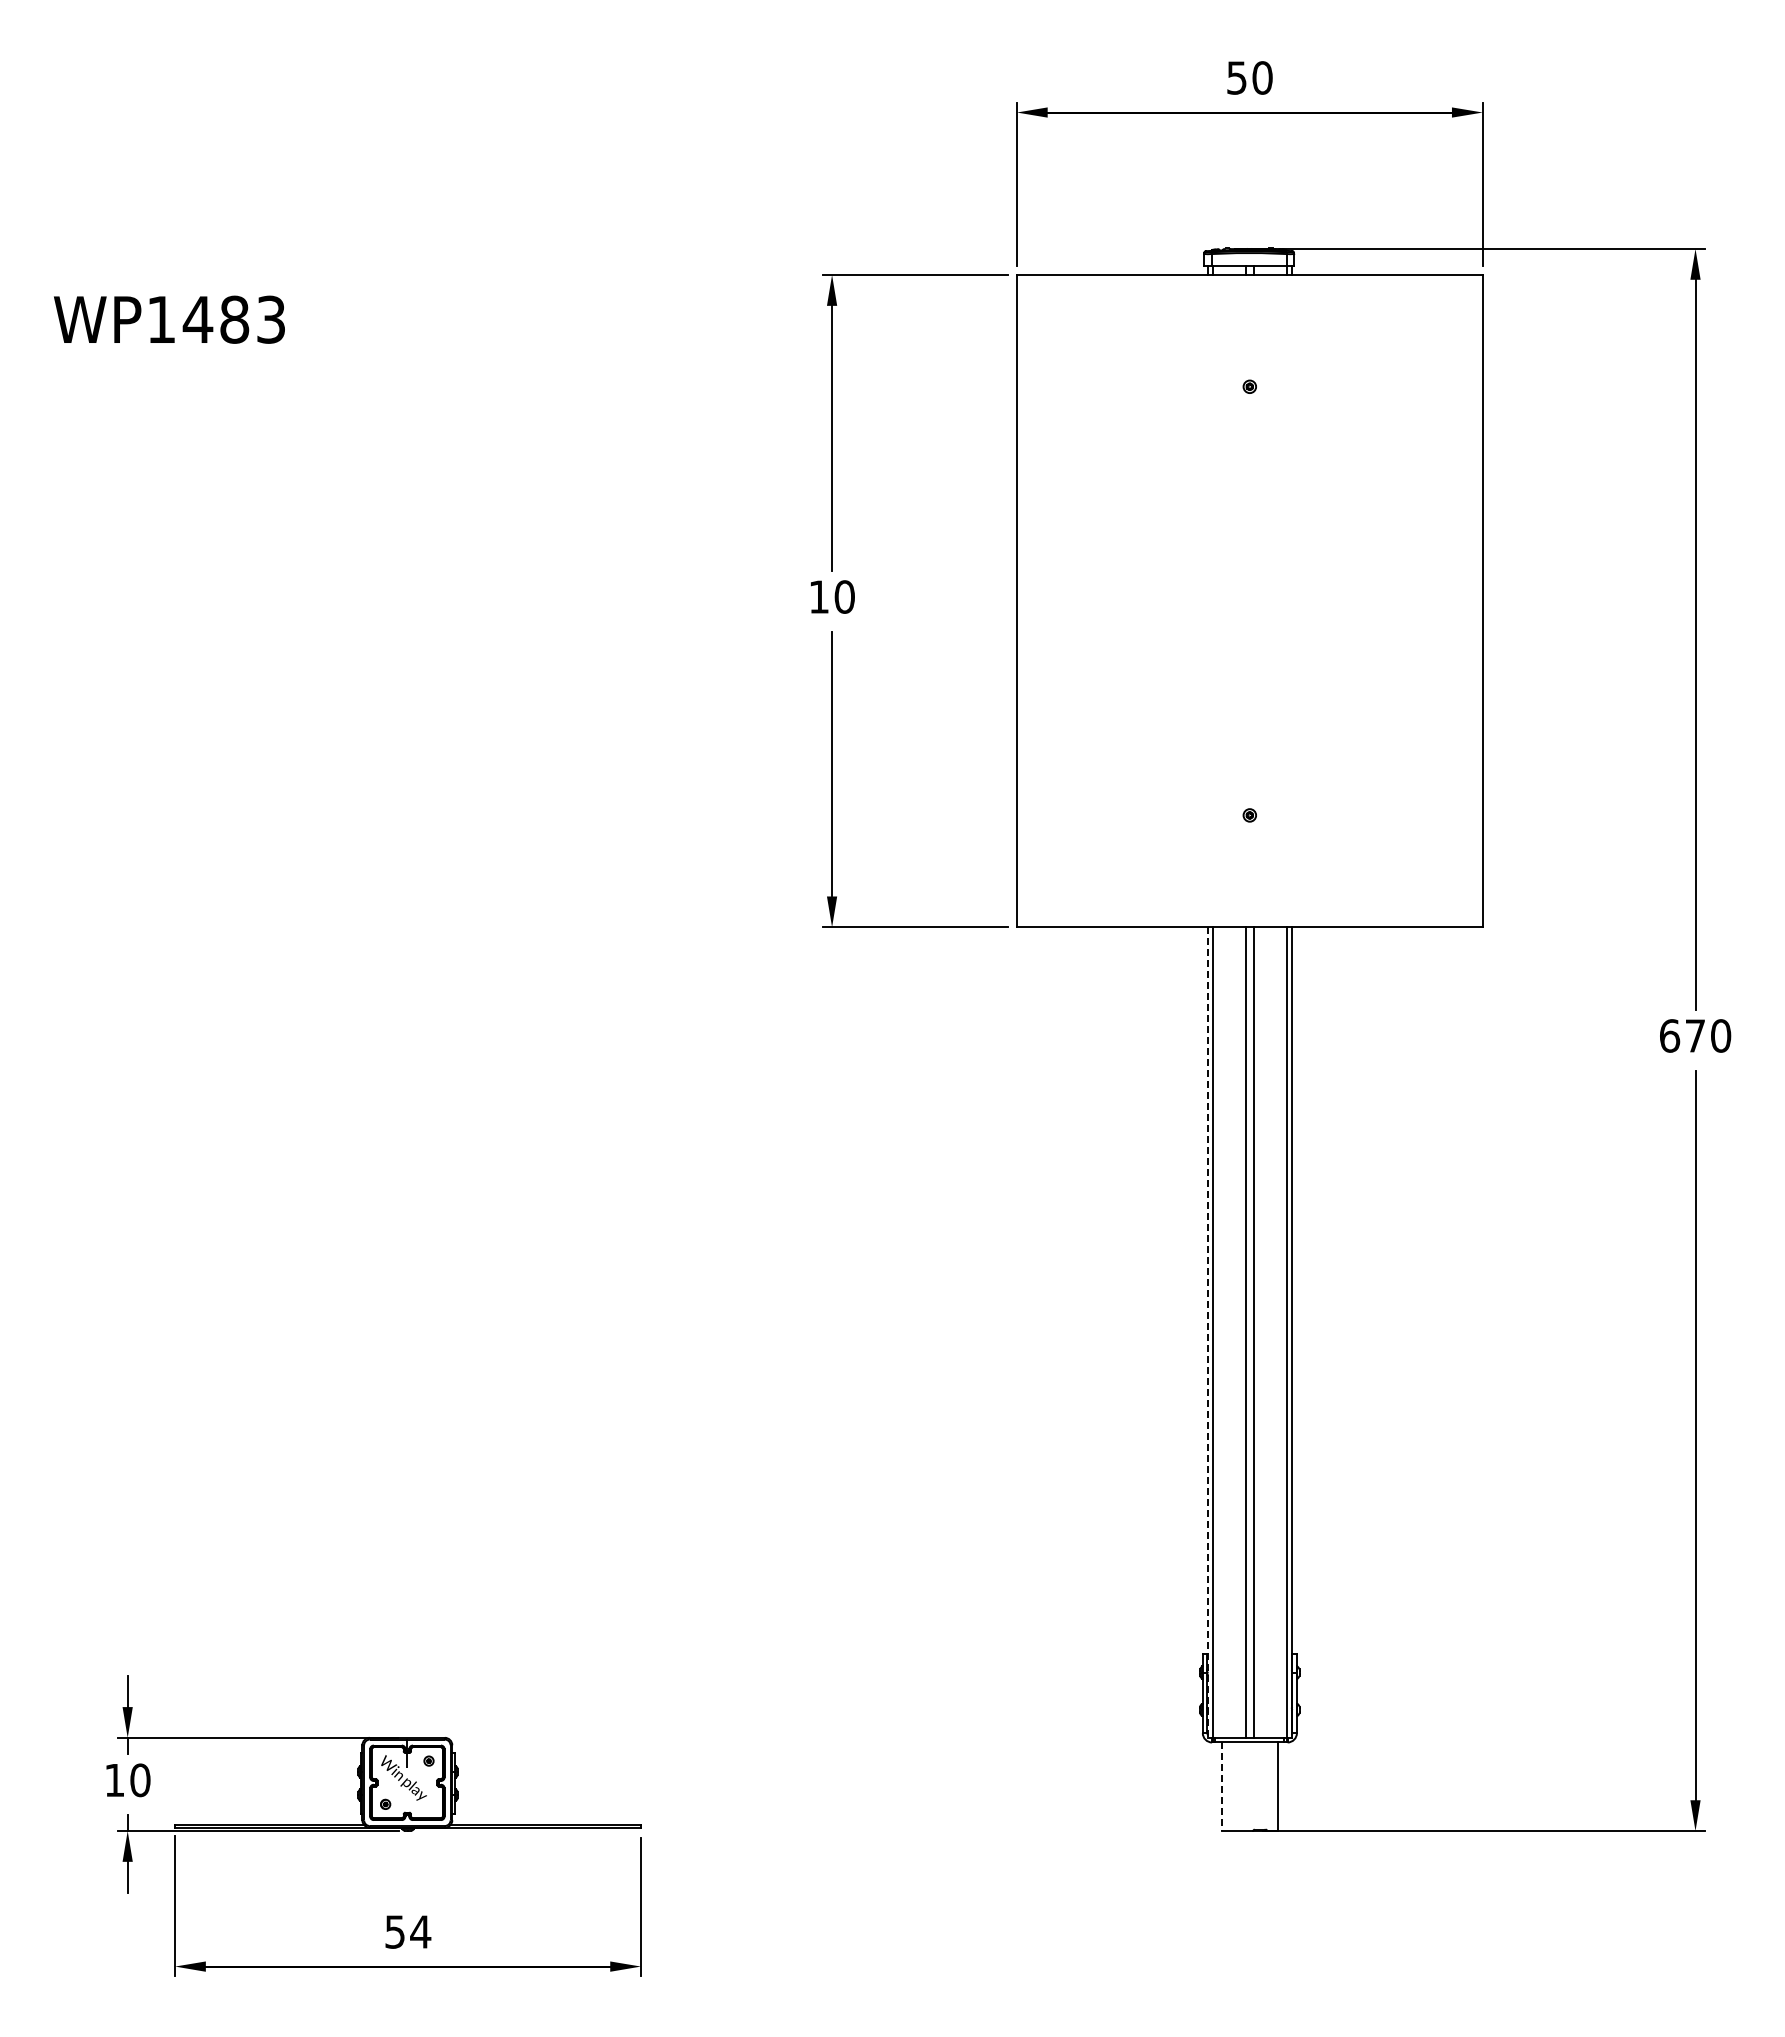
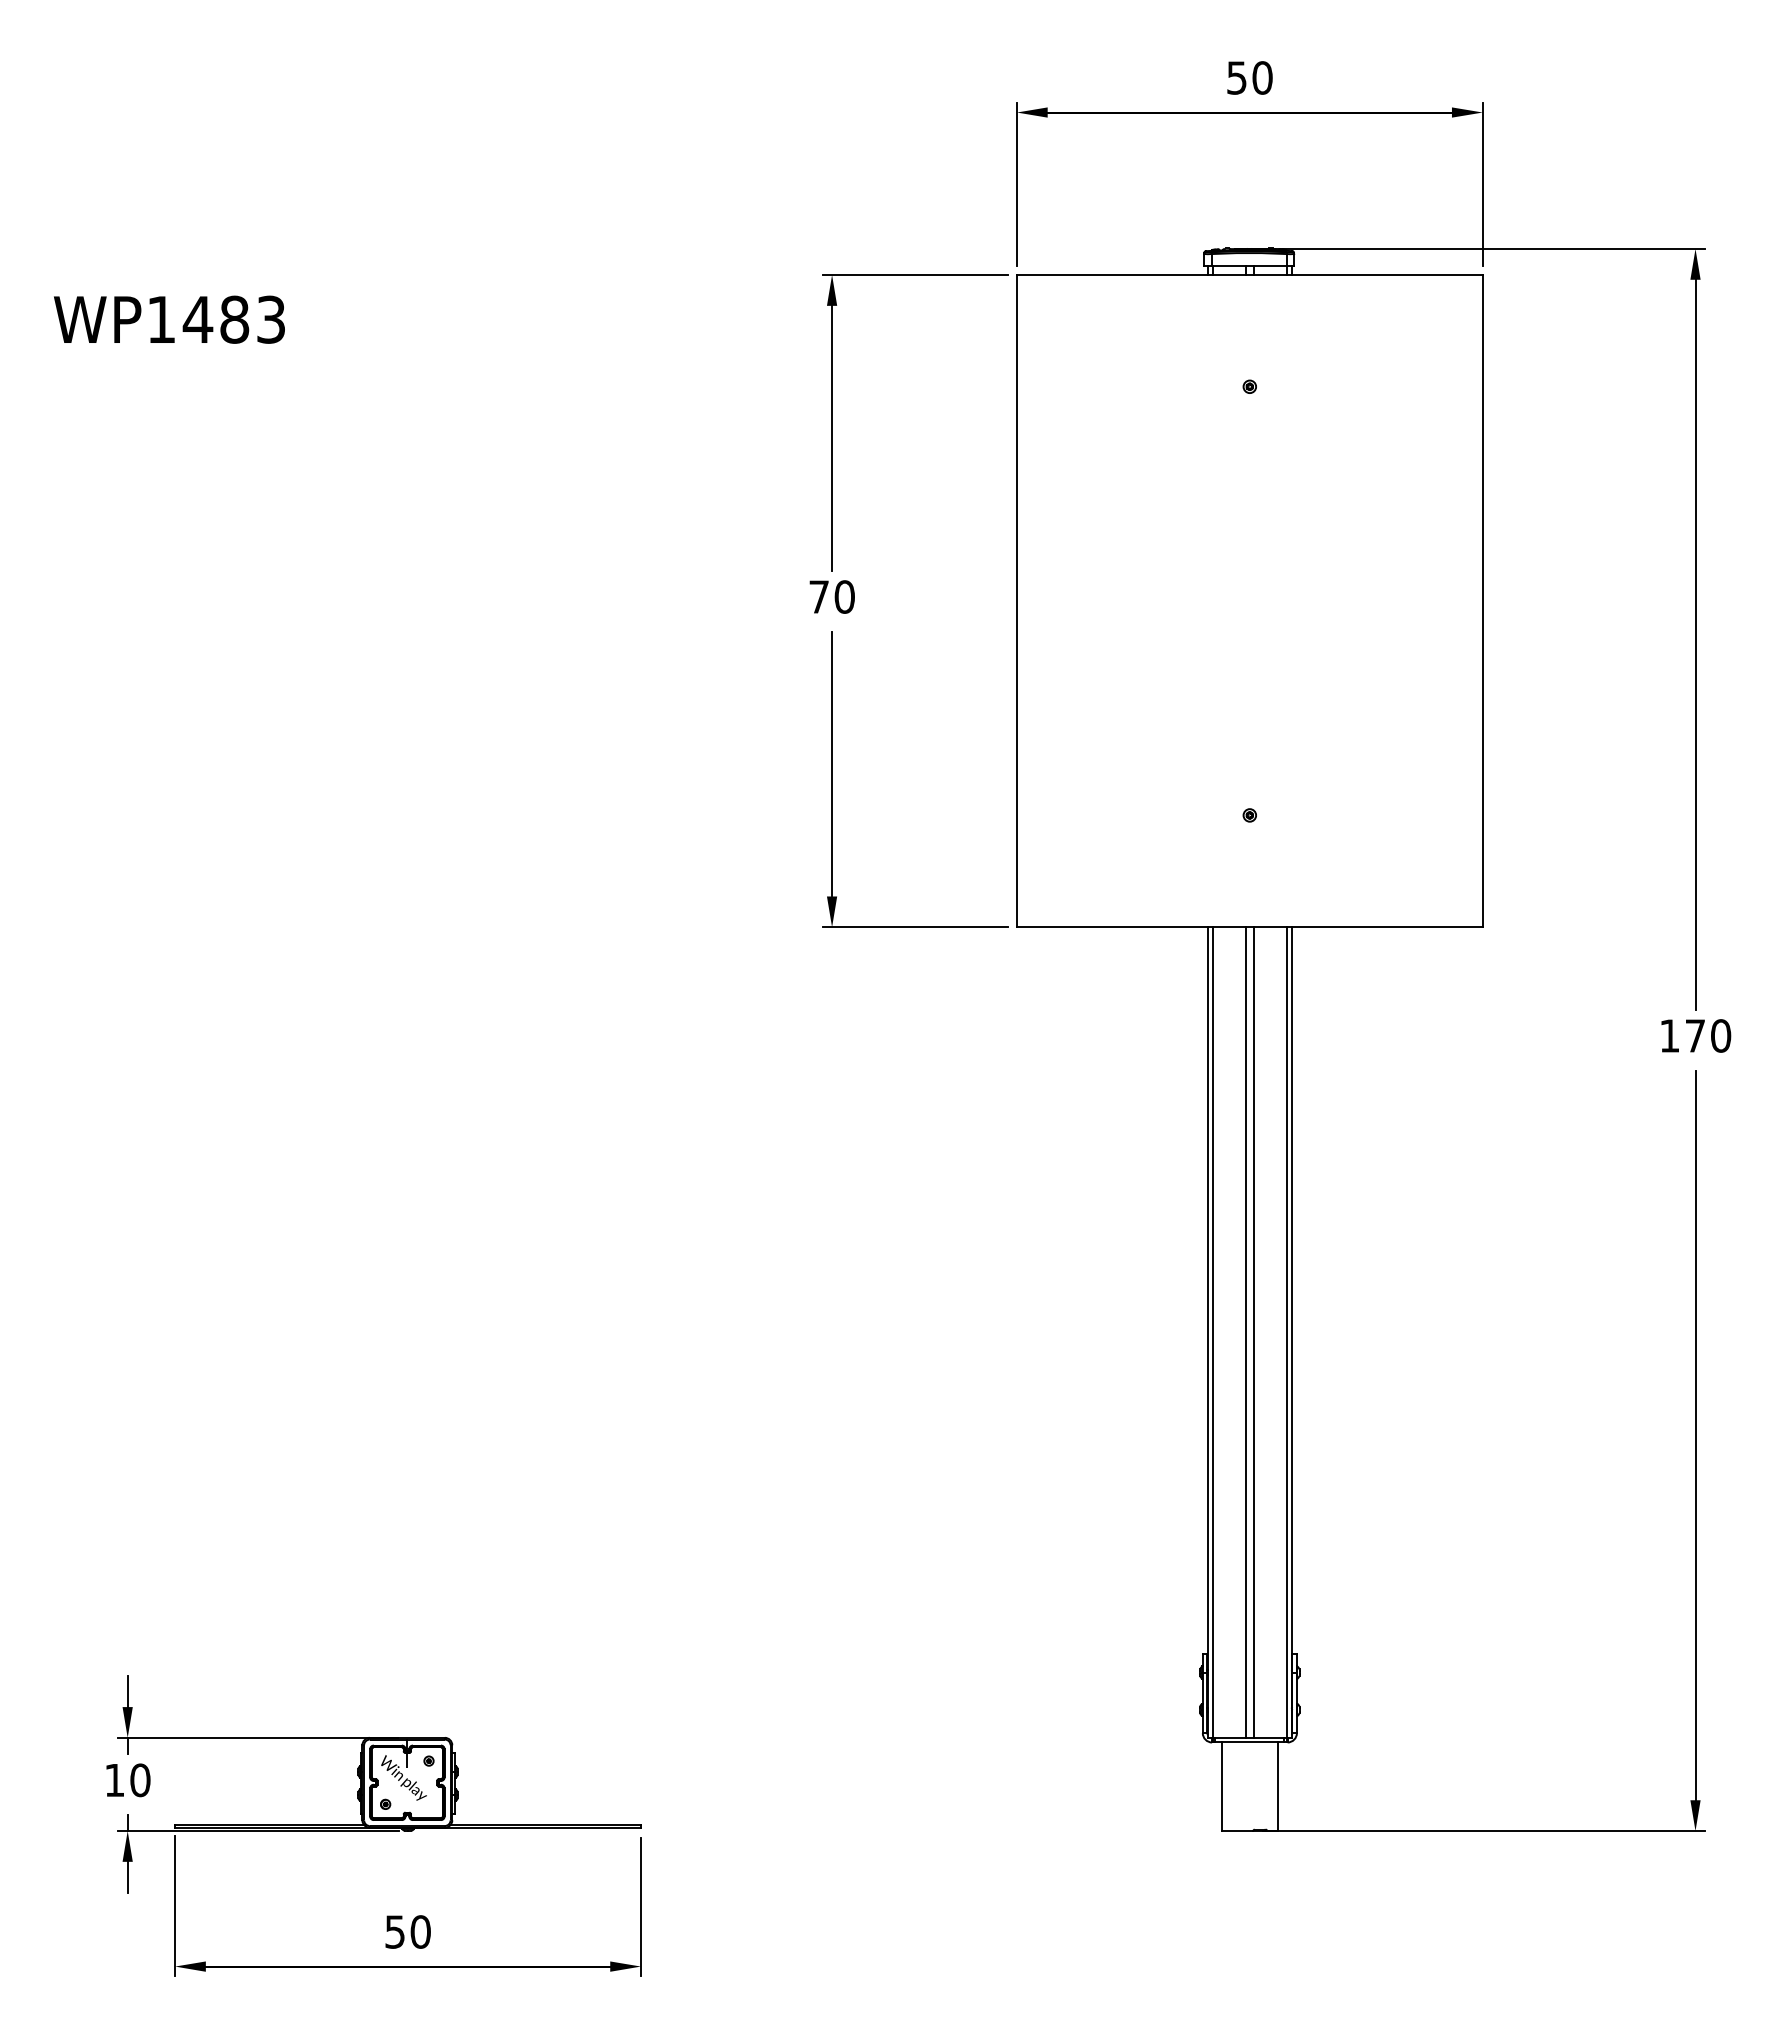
text at (818, 596): 10 -> 70
text at (1670, 1035): 670 -> 170
line at (1207, 1333): dashed -> solid
line at (1221, 1787): dashed -> solid
text at (420, 1931): 54 -> 50
